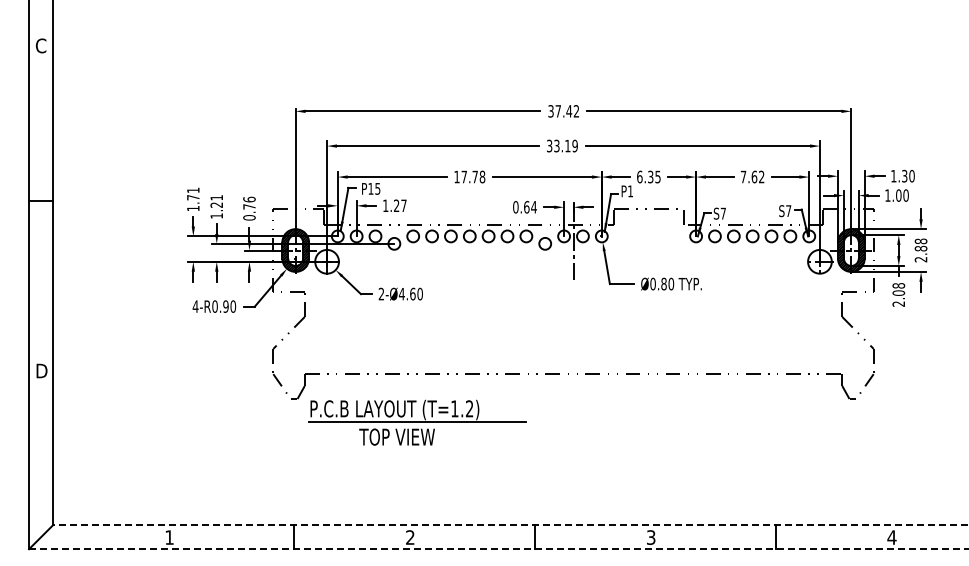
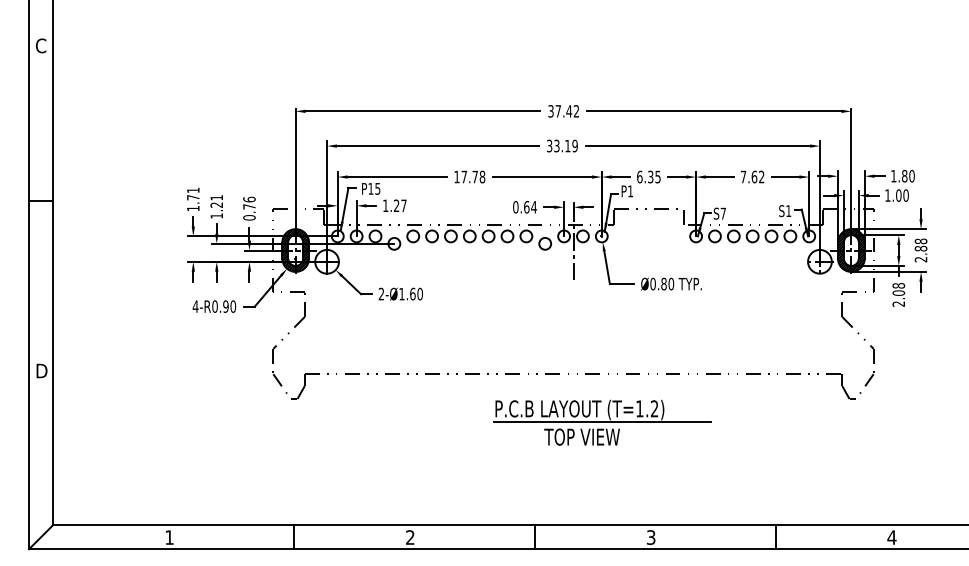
text at (904, 176): 1.30 -> 1.80
text at (788, 210): S7 -> S1
text at (401, 294): 2-Ø4.60 -> 2-Ø1.60
part at (417, 422) position: (417, 422) -> (602, 422)
line at (511, 525): dashed -> solid
line at (498, 549): dashed -> solid
